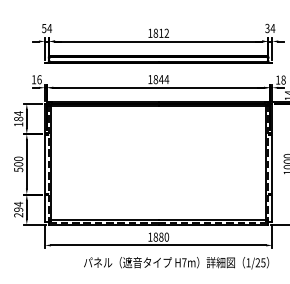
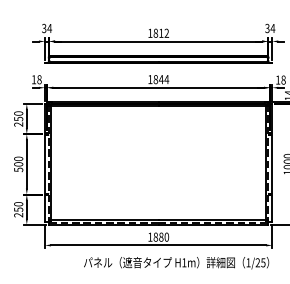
text at (44, 26): 54 -> 34
text at (39, 79): 16 -> 18
text at (18, 118): 184 -> 250
text at (18, 206): 294 -> 250
text at (184, 262): H7m -> H1m
